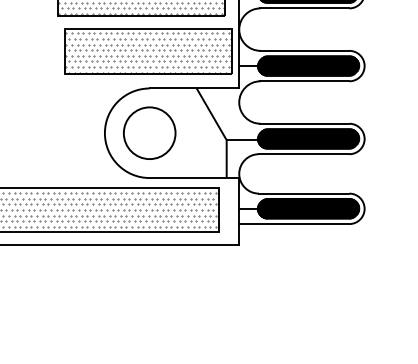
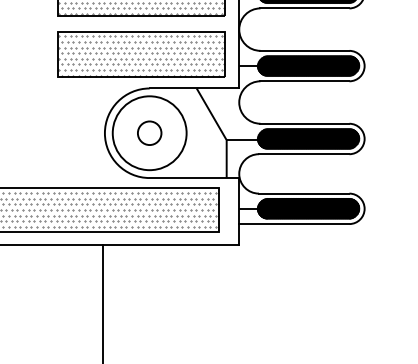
part at (148, 51) position: (148, 51) -> (141, 54)
circle at (149, 132): none -> present
circle at (149, 133) diameter: 52 px -> 74 px
line at (103, 302): none -> present
